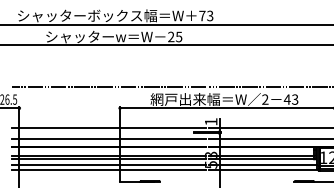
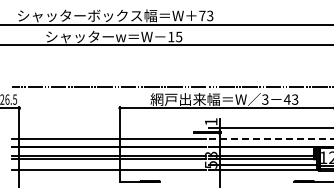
text at (171, 36): 25 -> 15
text at (265, 99): 2 -> 3
line at (108, 128): present -> none
line at (271, 139): solid -> dashed
line at (108, 164): present -> none
